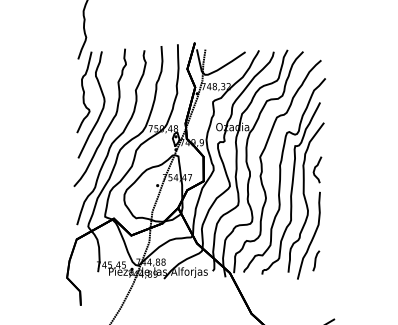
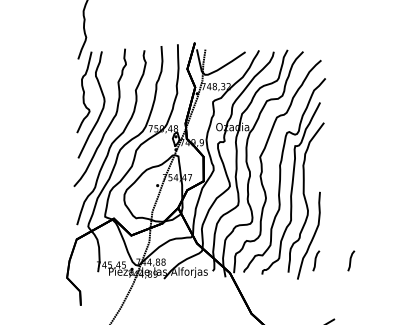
curve at (315, 169): present -> none
line at (351, 260): none -> present
